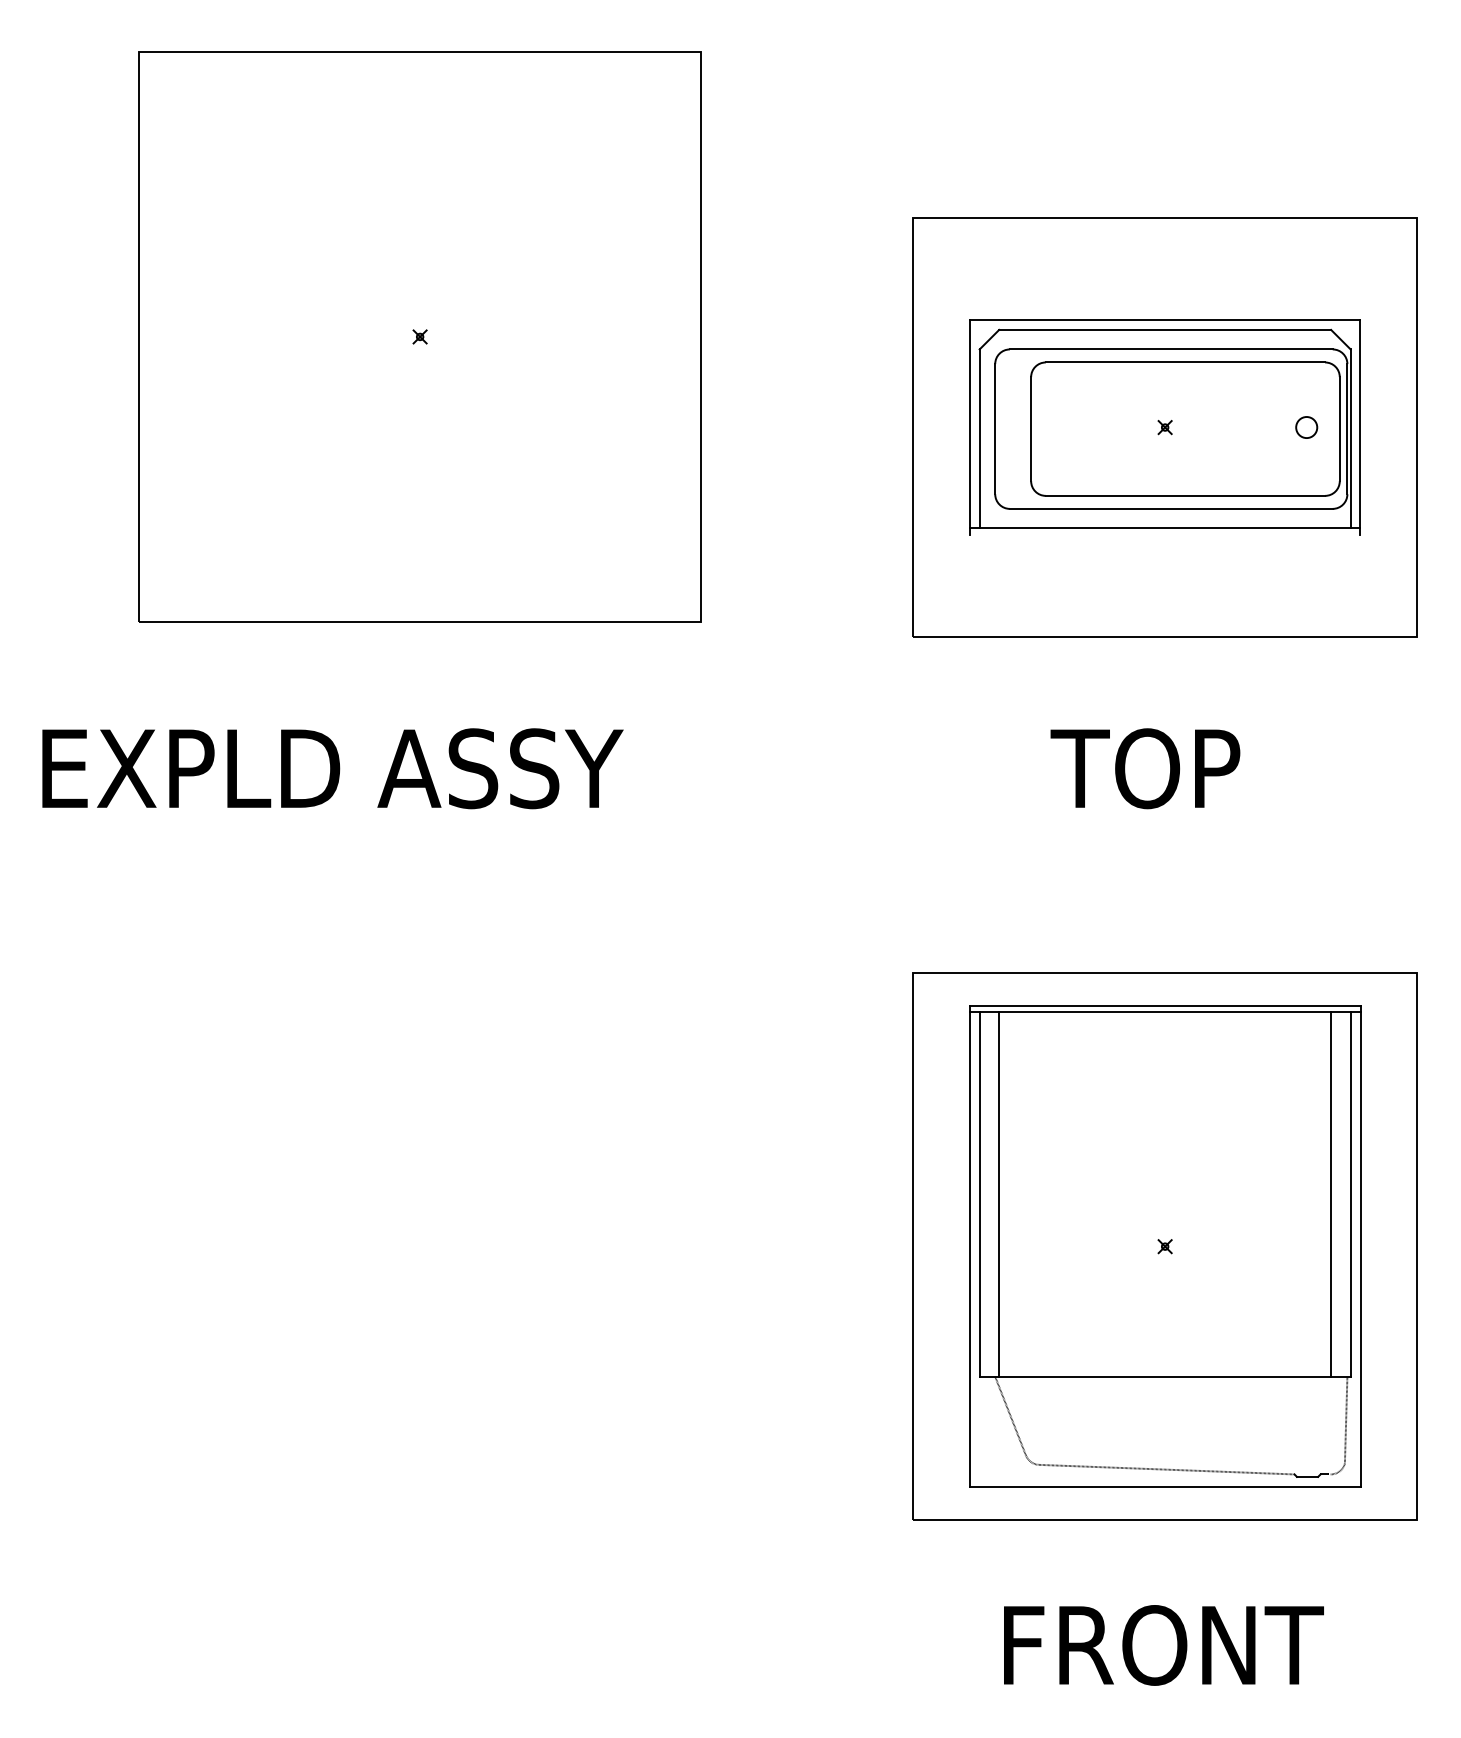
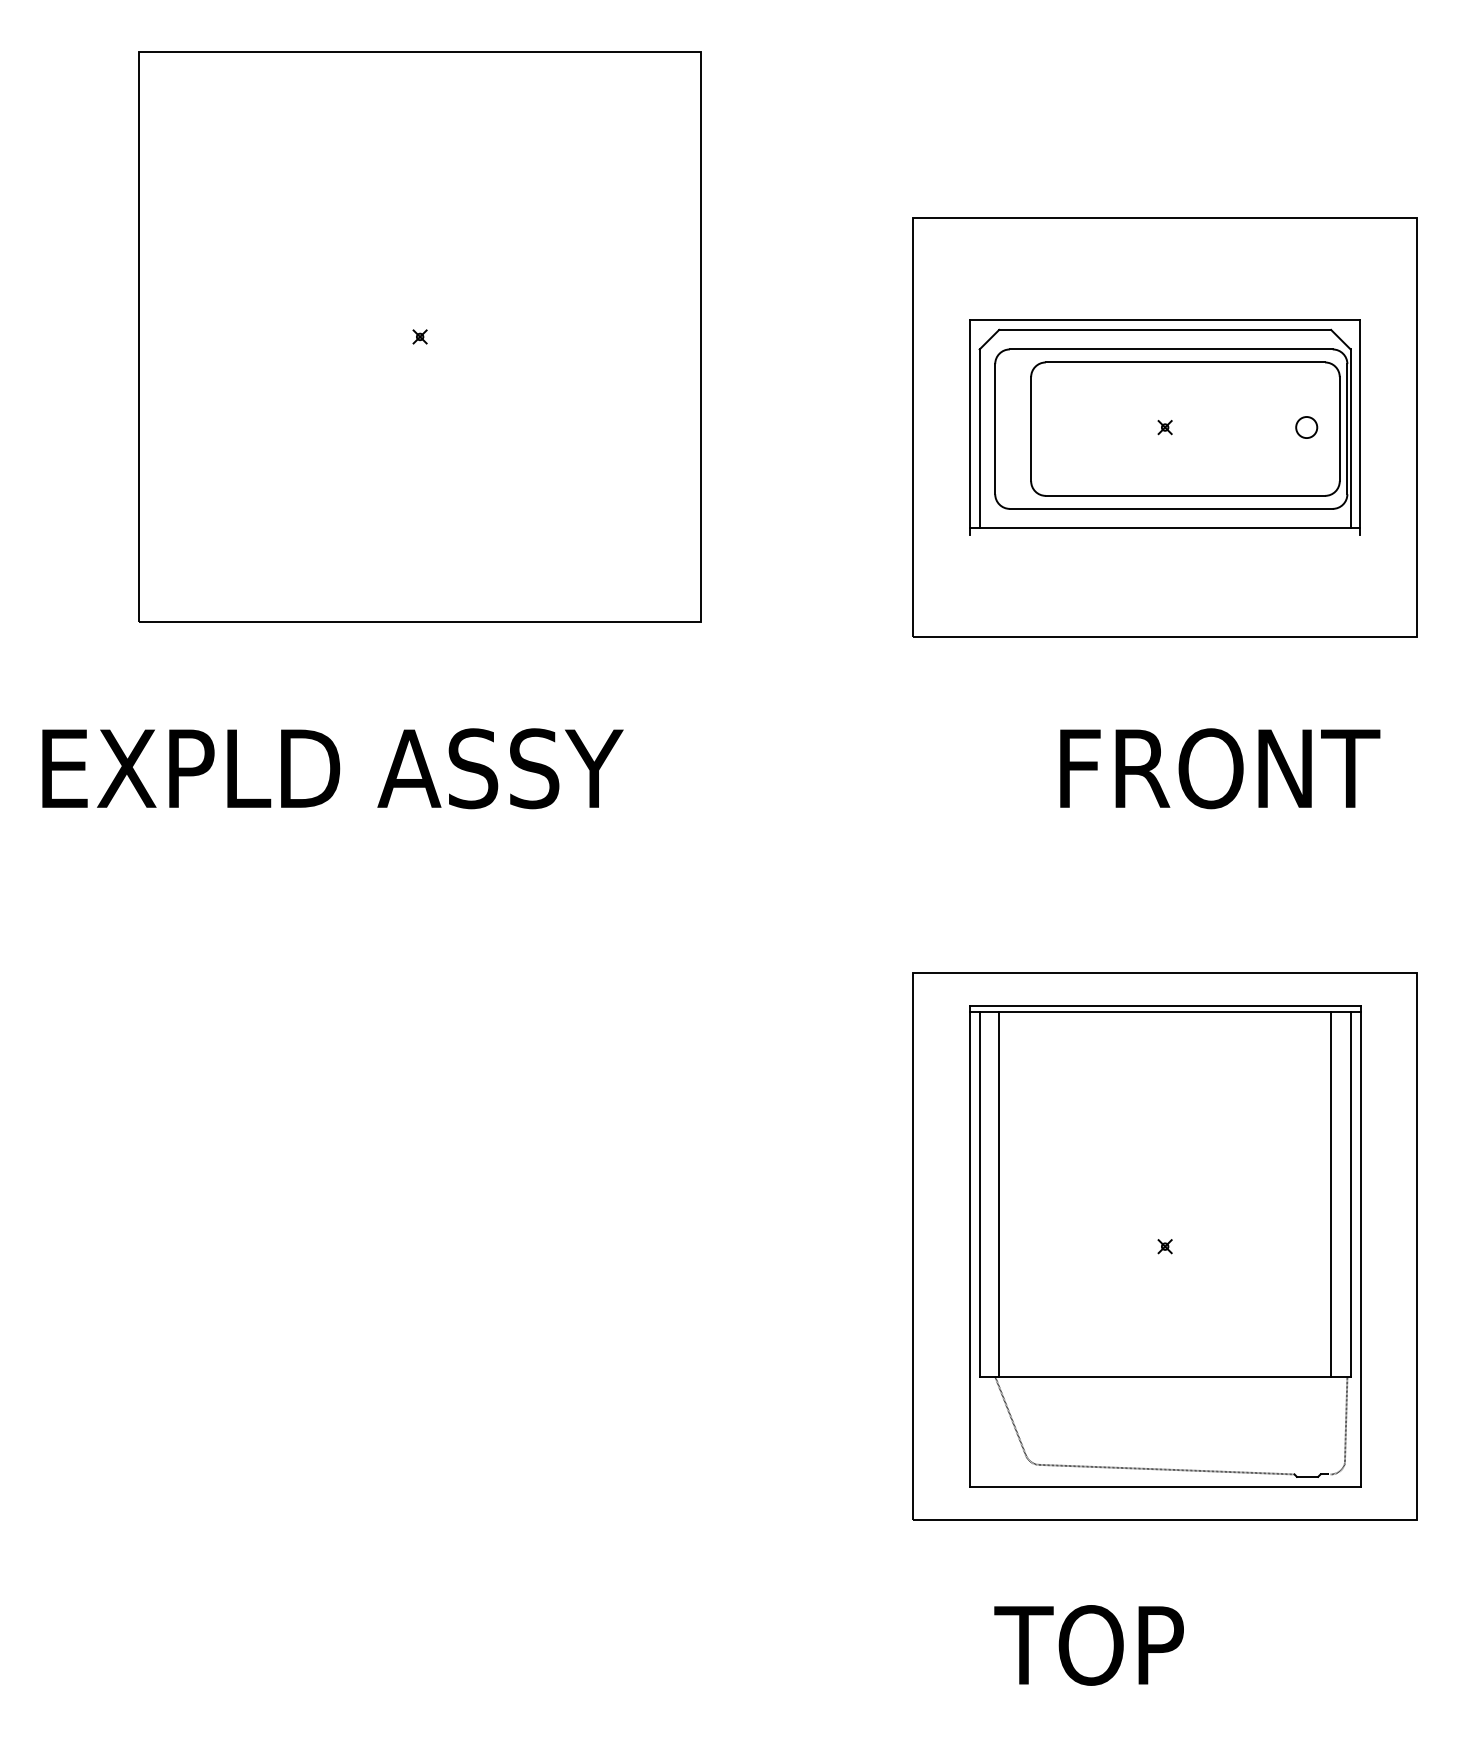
text at (1215, 768): TOP -> FRONT
text at (1158, 1645): FRONT -> TOP
